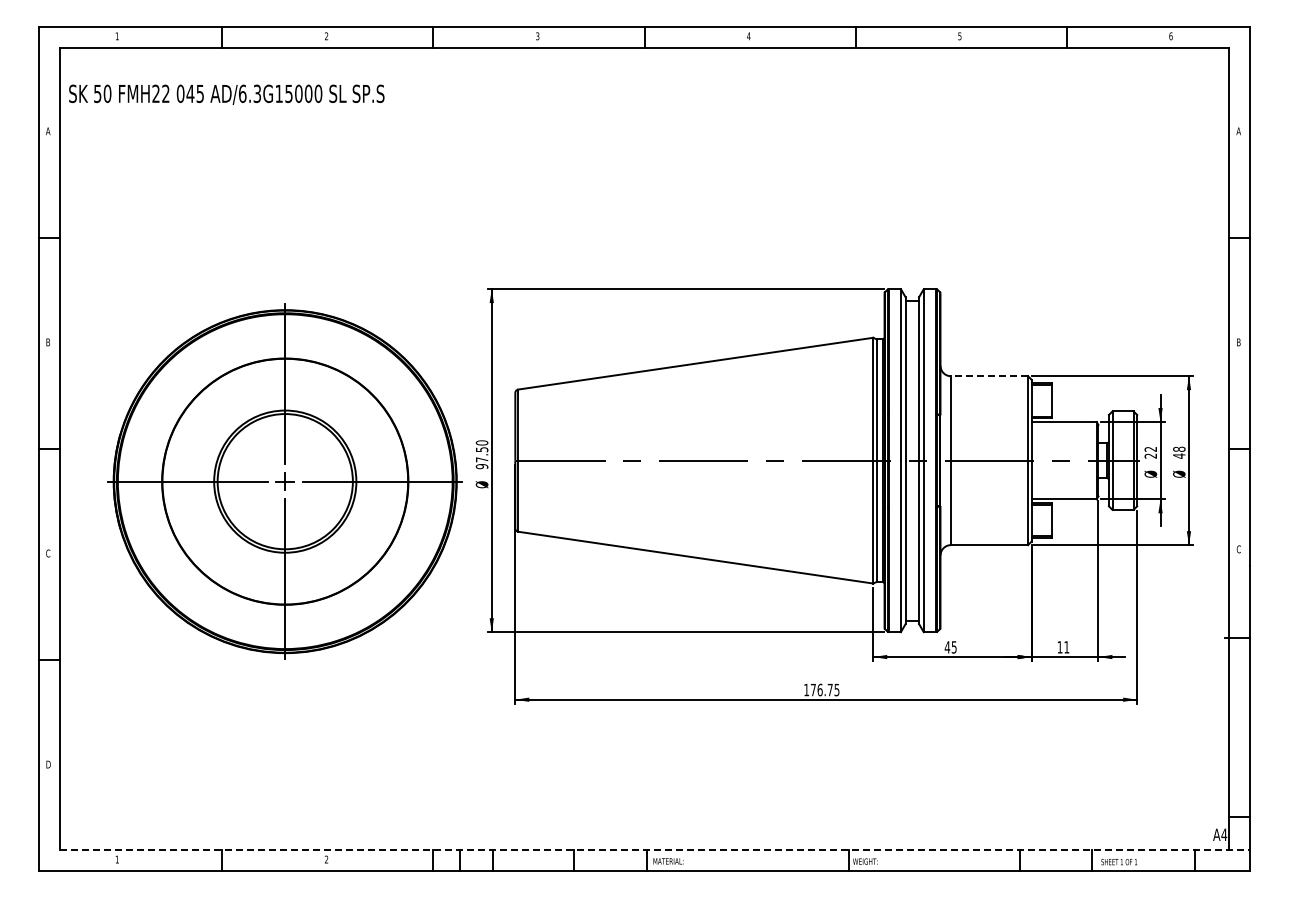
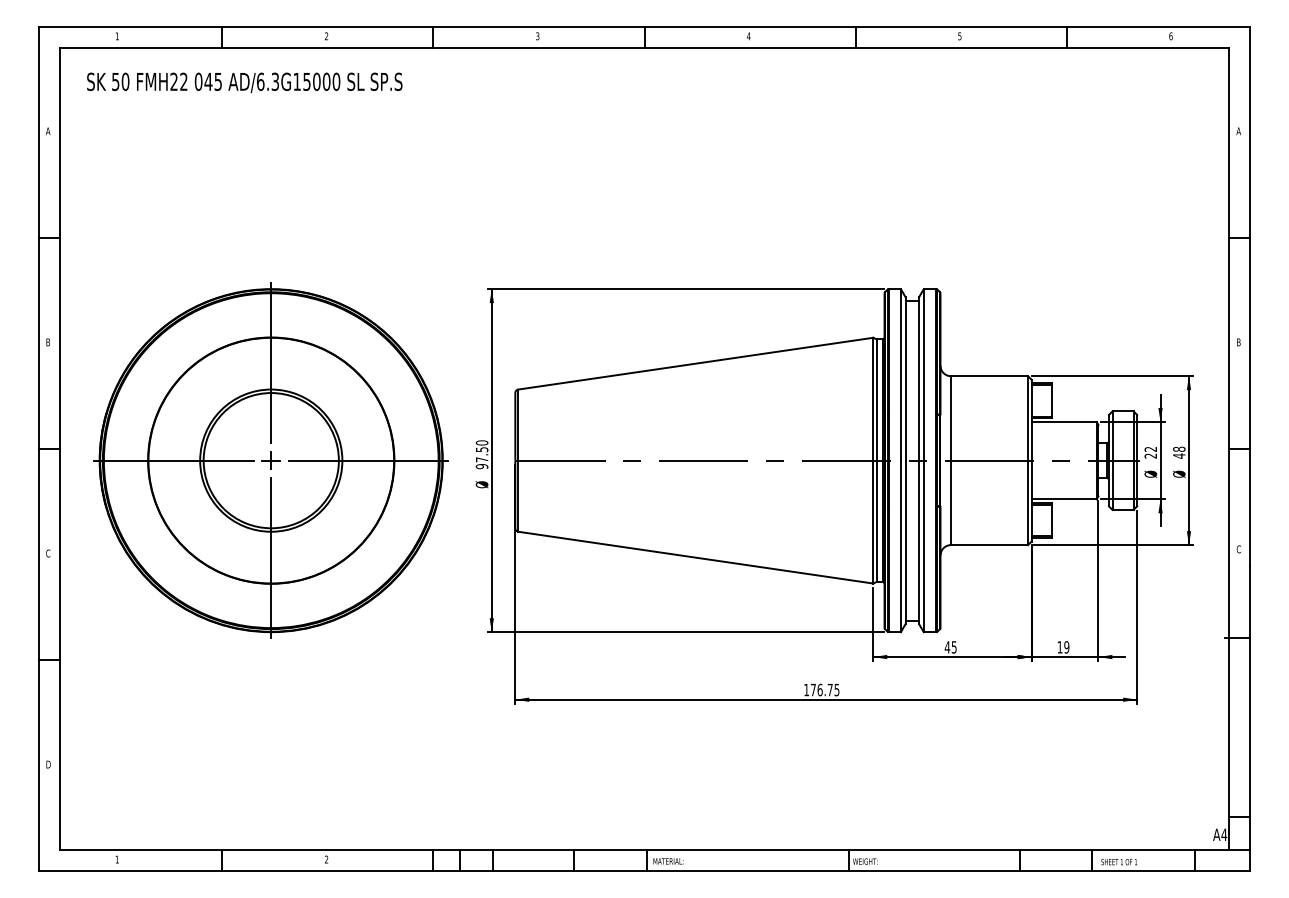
text at (226, 94) position: (226, 94) -> (244, 82)
line at (989, 376): dashed -> solid
part at (284, 481) position: (284, 481) -> (270, 460)
text at (1066, 647): 11 -> 19
line at (655, 850): dashed -> solid
